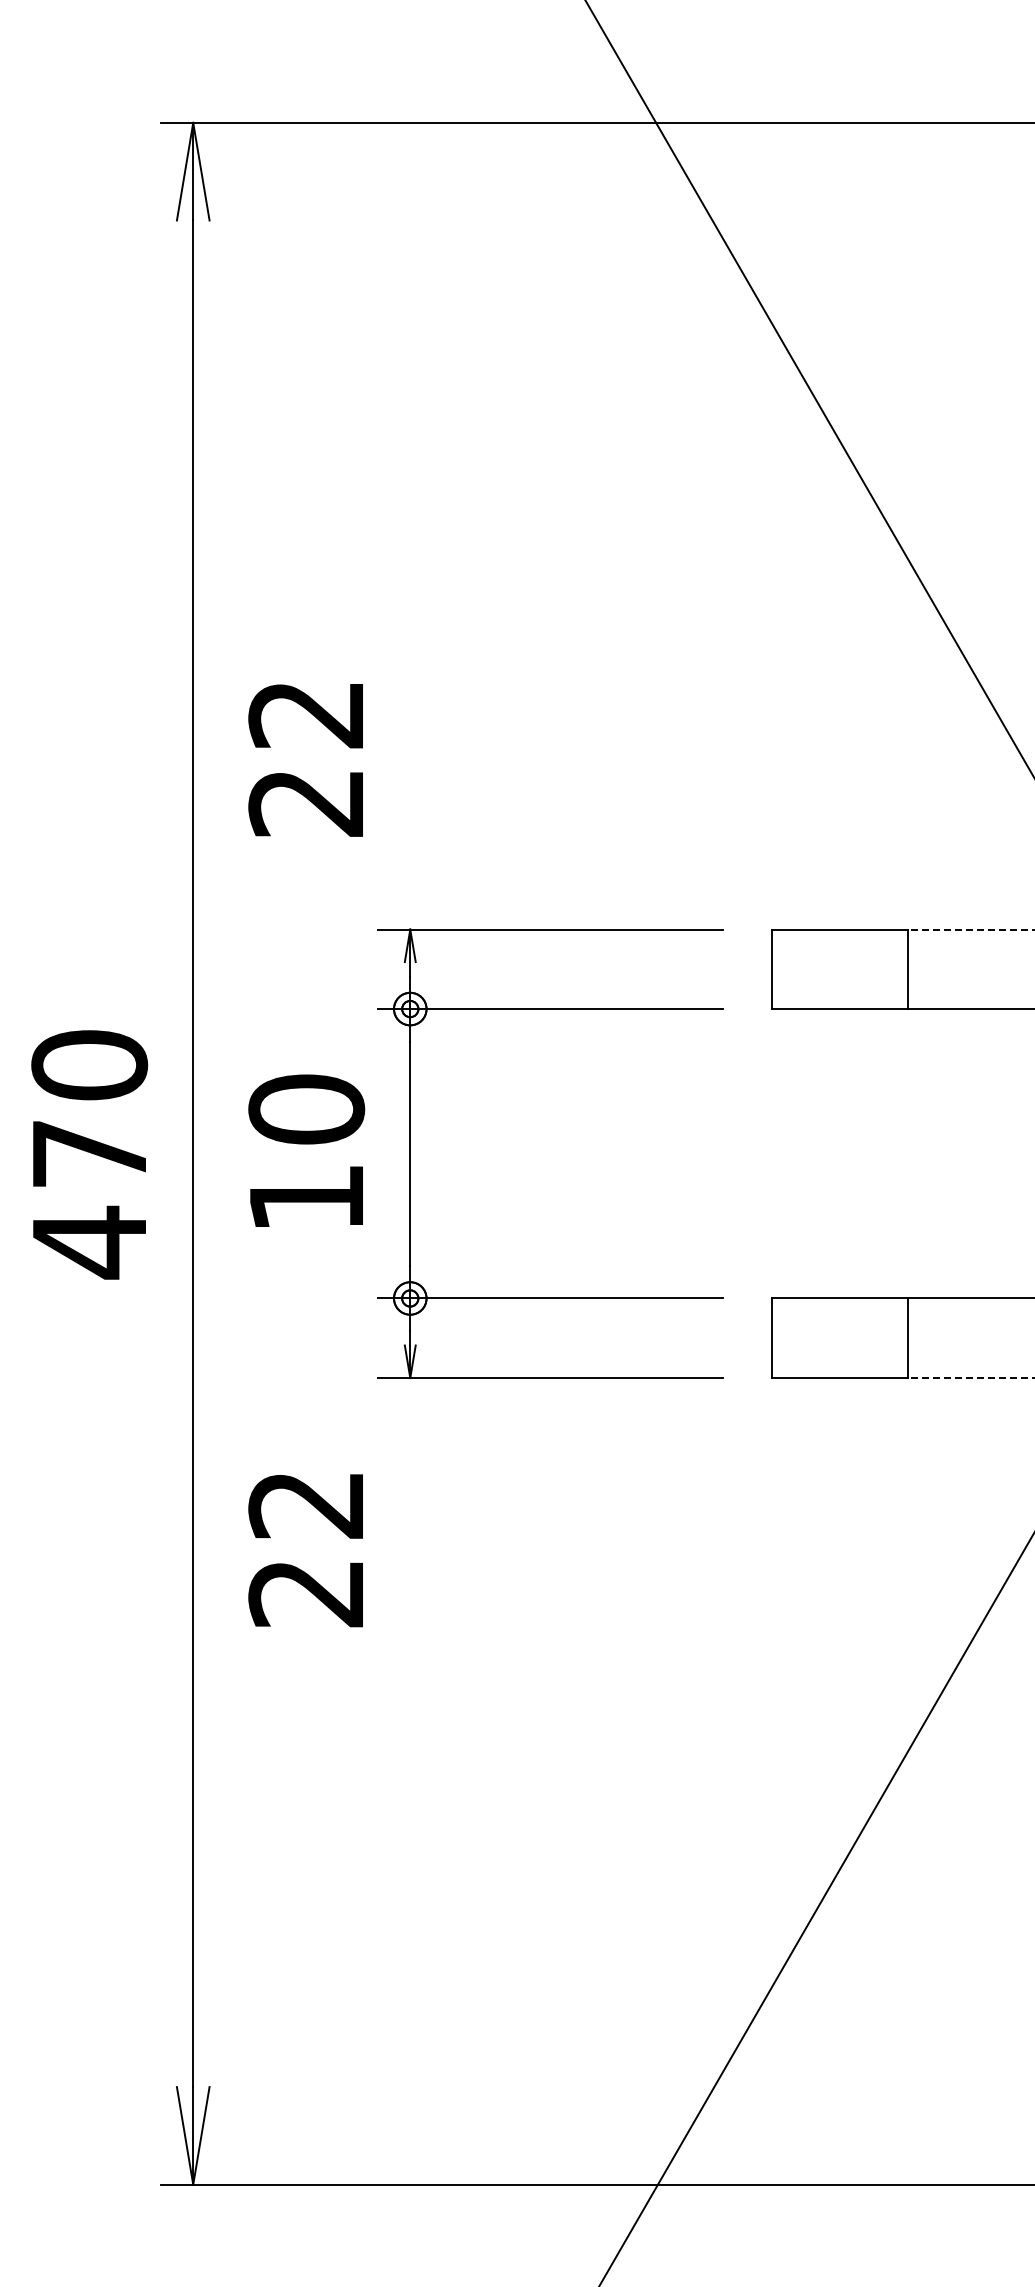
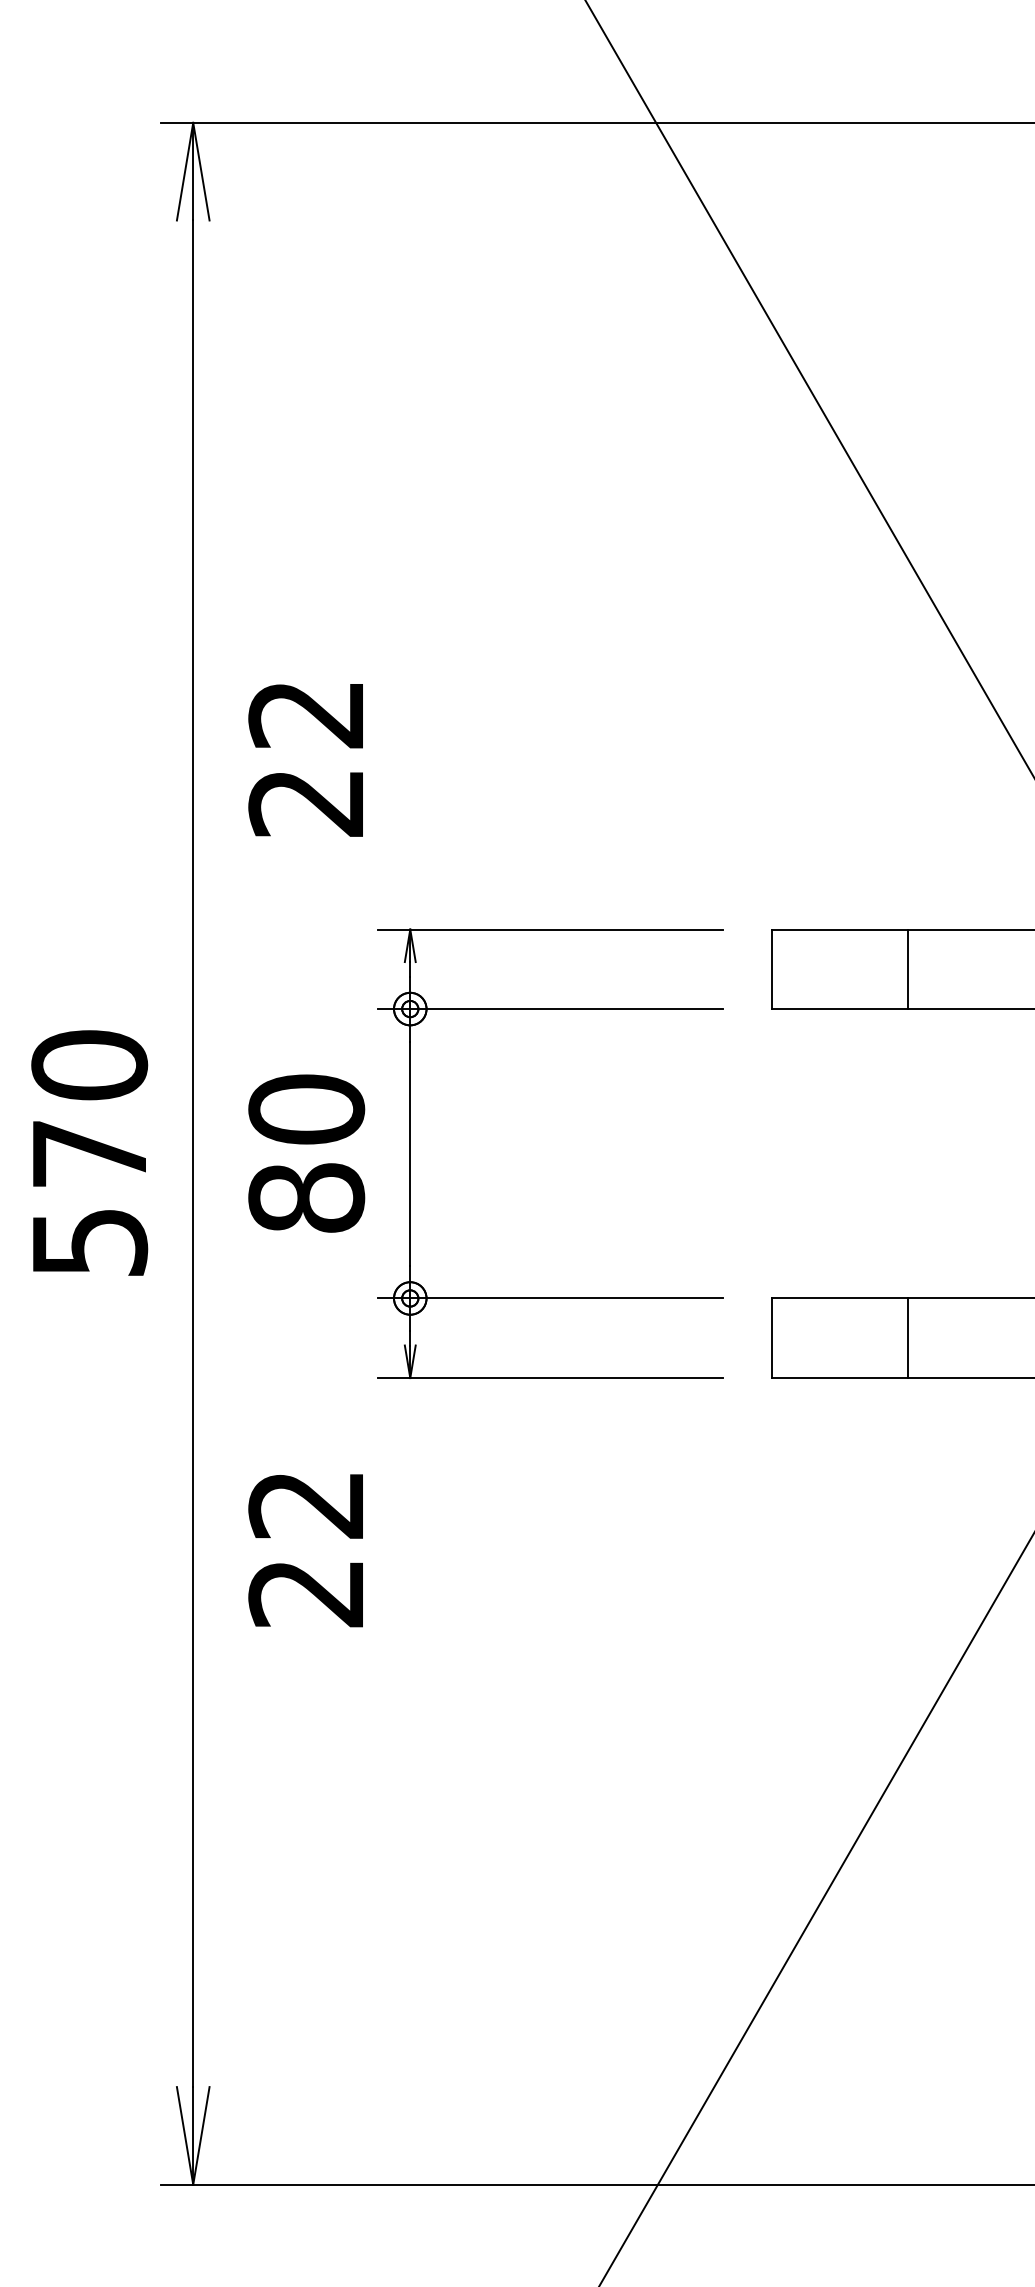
line at (970, 929): dashed -> solid
text at (306, 1197): 10 -> 80
text at (90, 1242): 470 -> 570
line at (970, 1378): dashed -> solid
